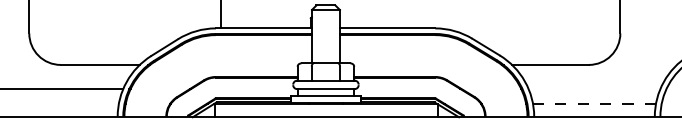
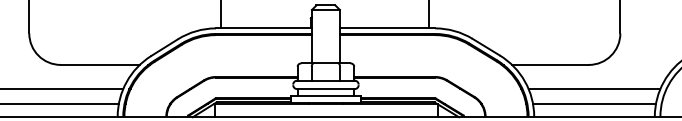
line at (428, 15): none -> present
line at (594, 88): none -> present
line at (60, 103): none -> present
line at (594, 103): dashed -> solid
